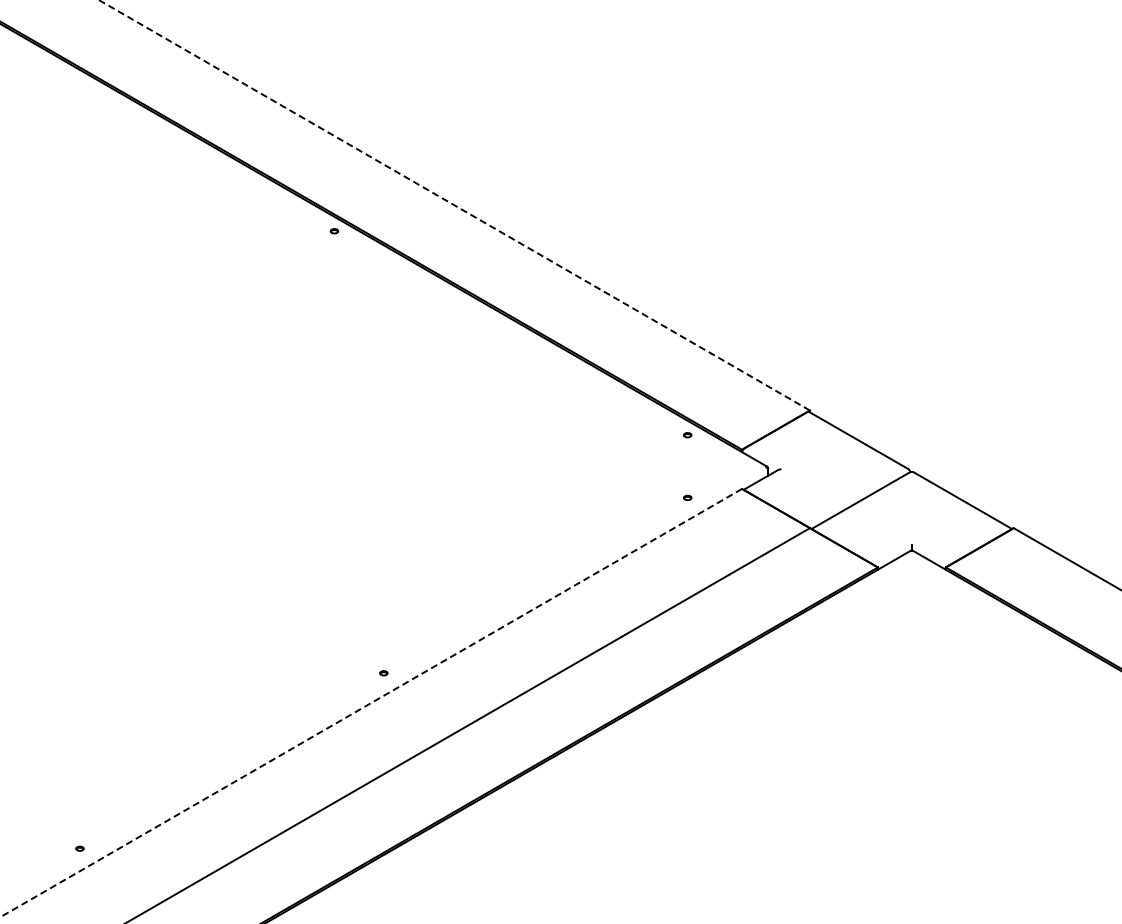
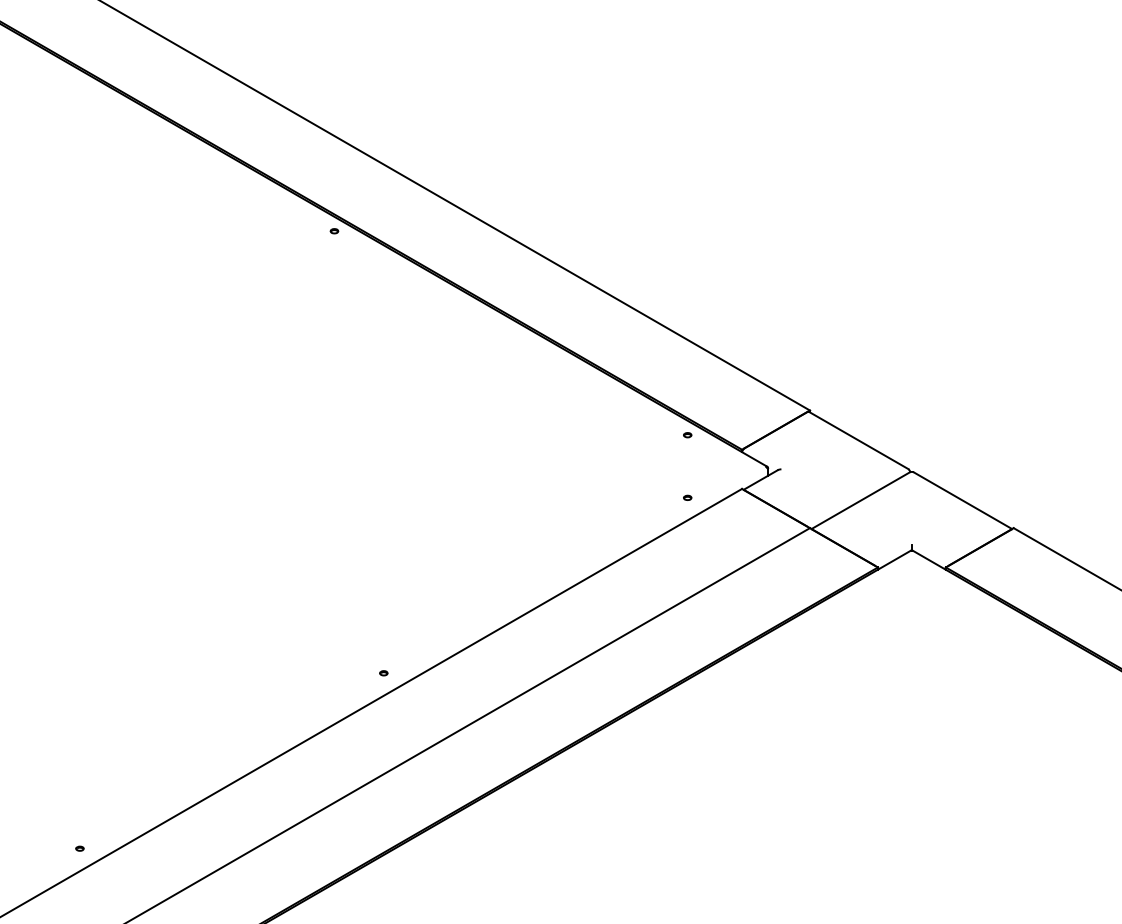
line at (454, 205): dashed -> solid
line at (371, 702): dashed -> solid
